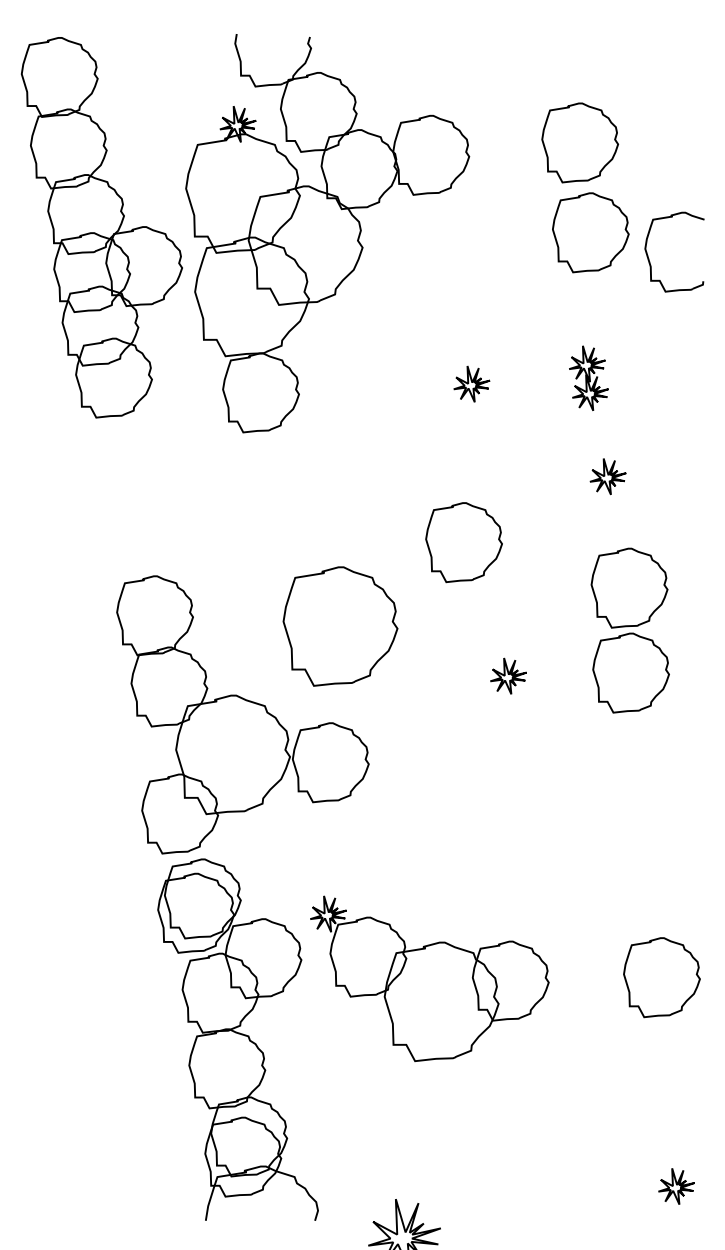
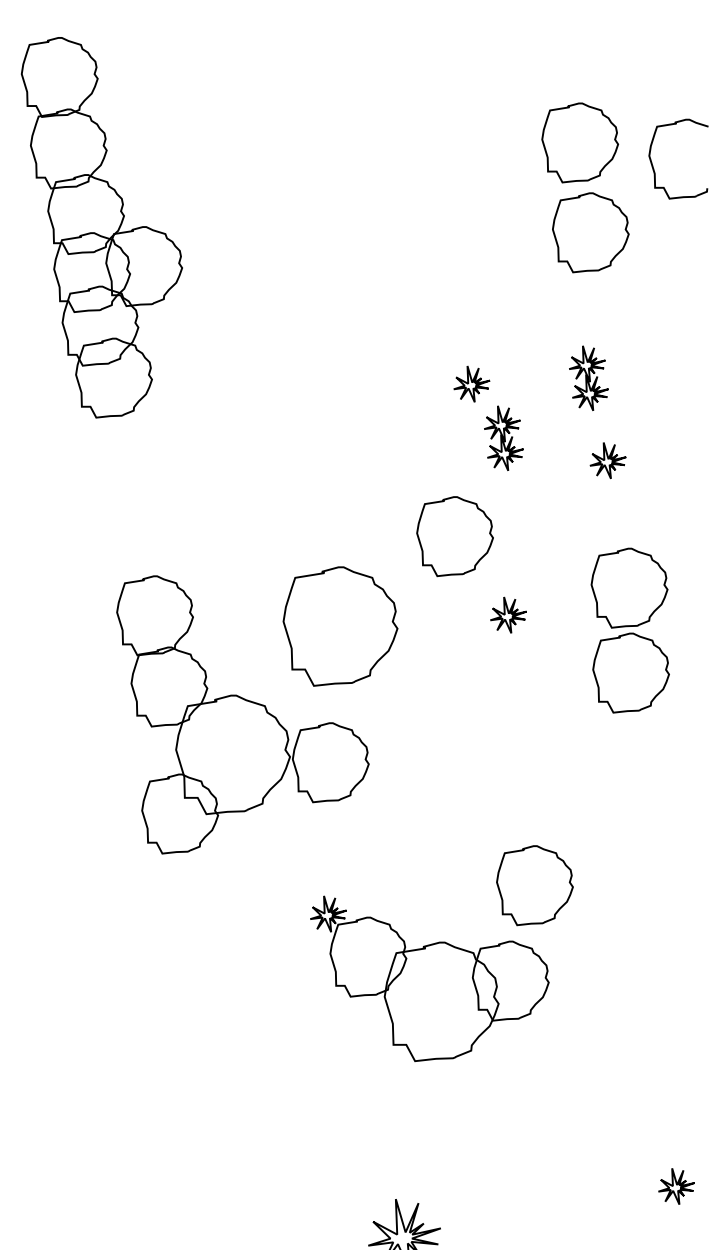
part at (327, 233): present -> none
part at (649, 258) position: (649, 258) -> (653, 165)
part at (503, 437): none -> present
part at (607, 476) position: (607, 476) -> (607, 460)
part at (463, 542) position: (463, 542) -> (454, 536)
part at (508, 675) position: (508, 675) -> (508, 614)
part at (661, 977) position: (661, 977) -> (534, 885)
part at (237, 1039): present -> none
